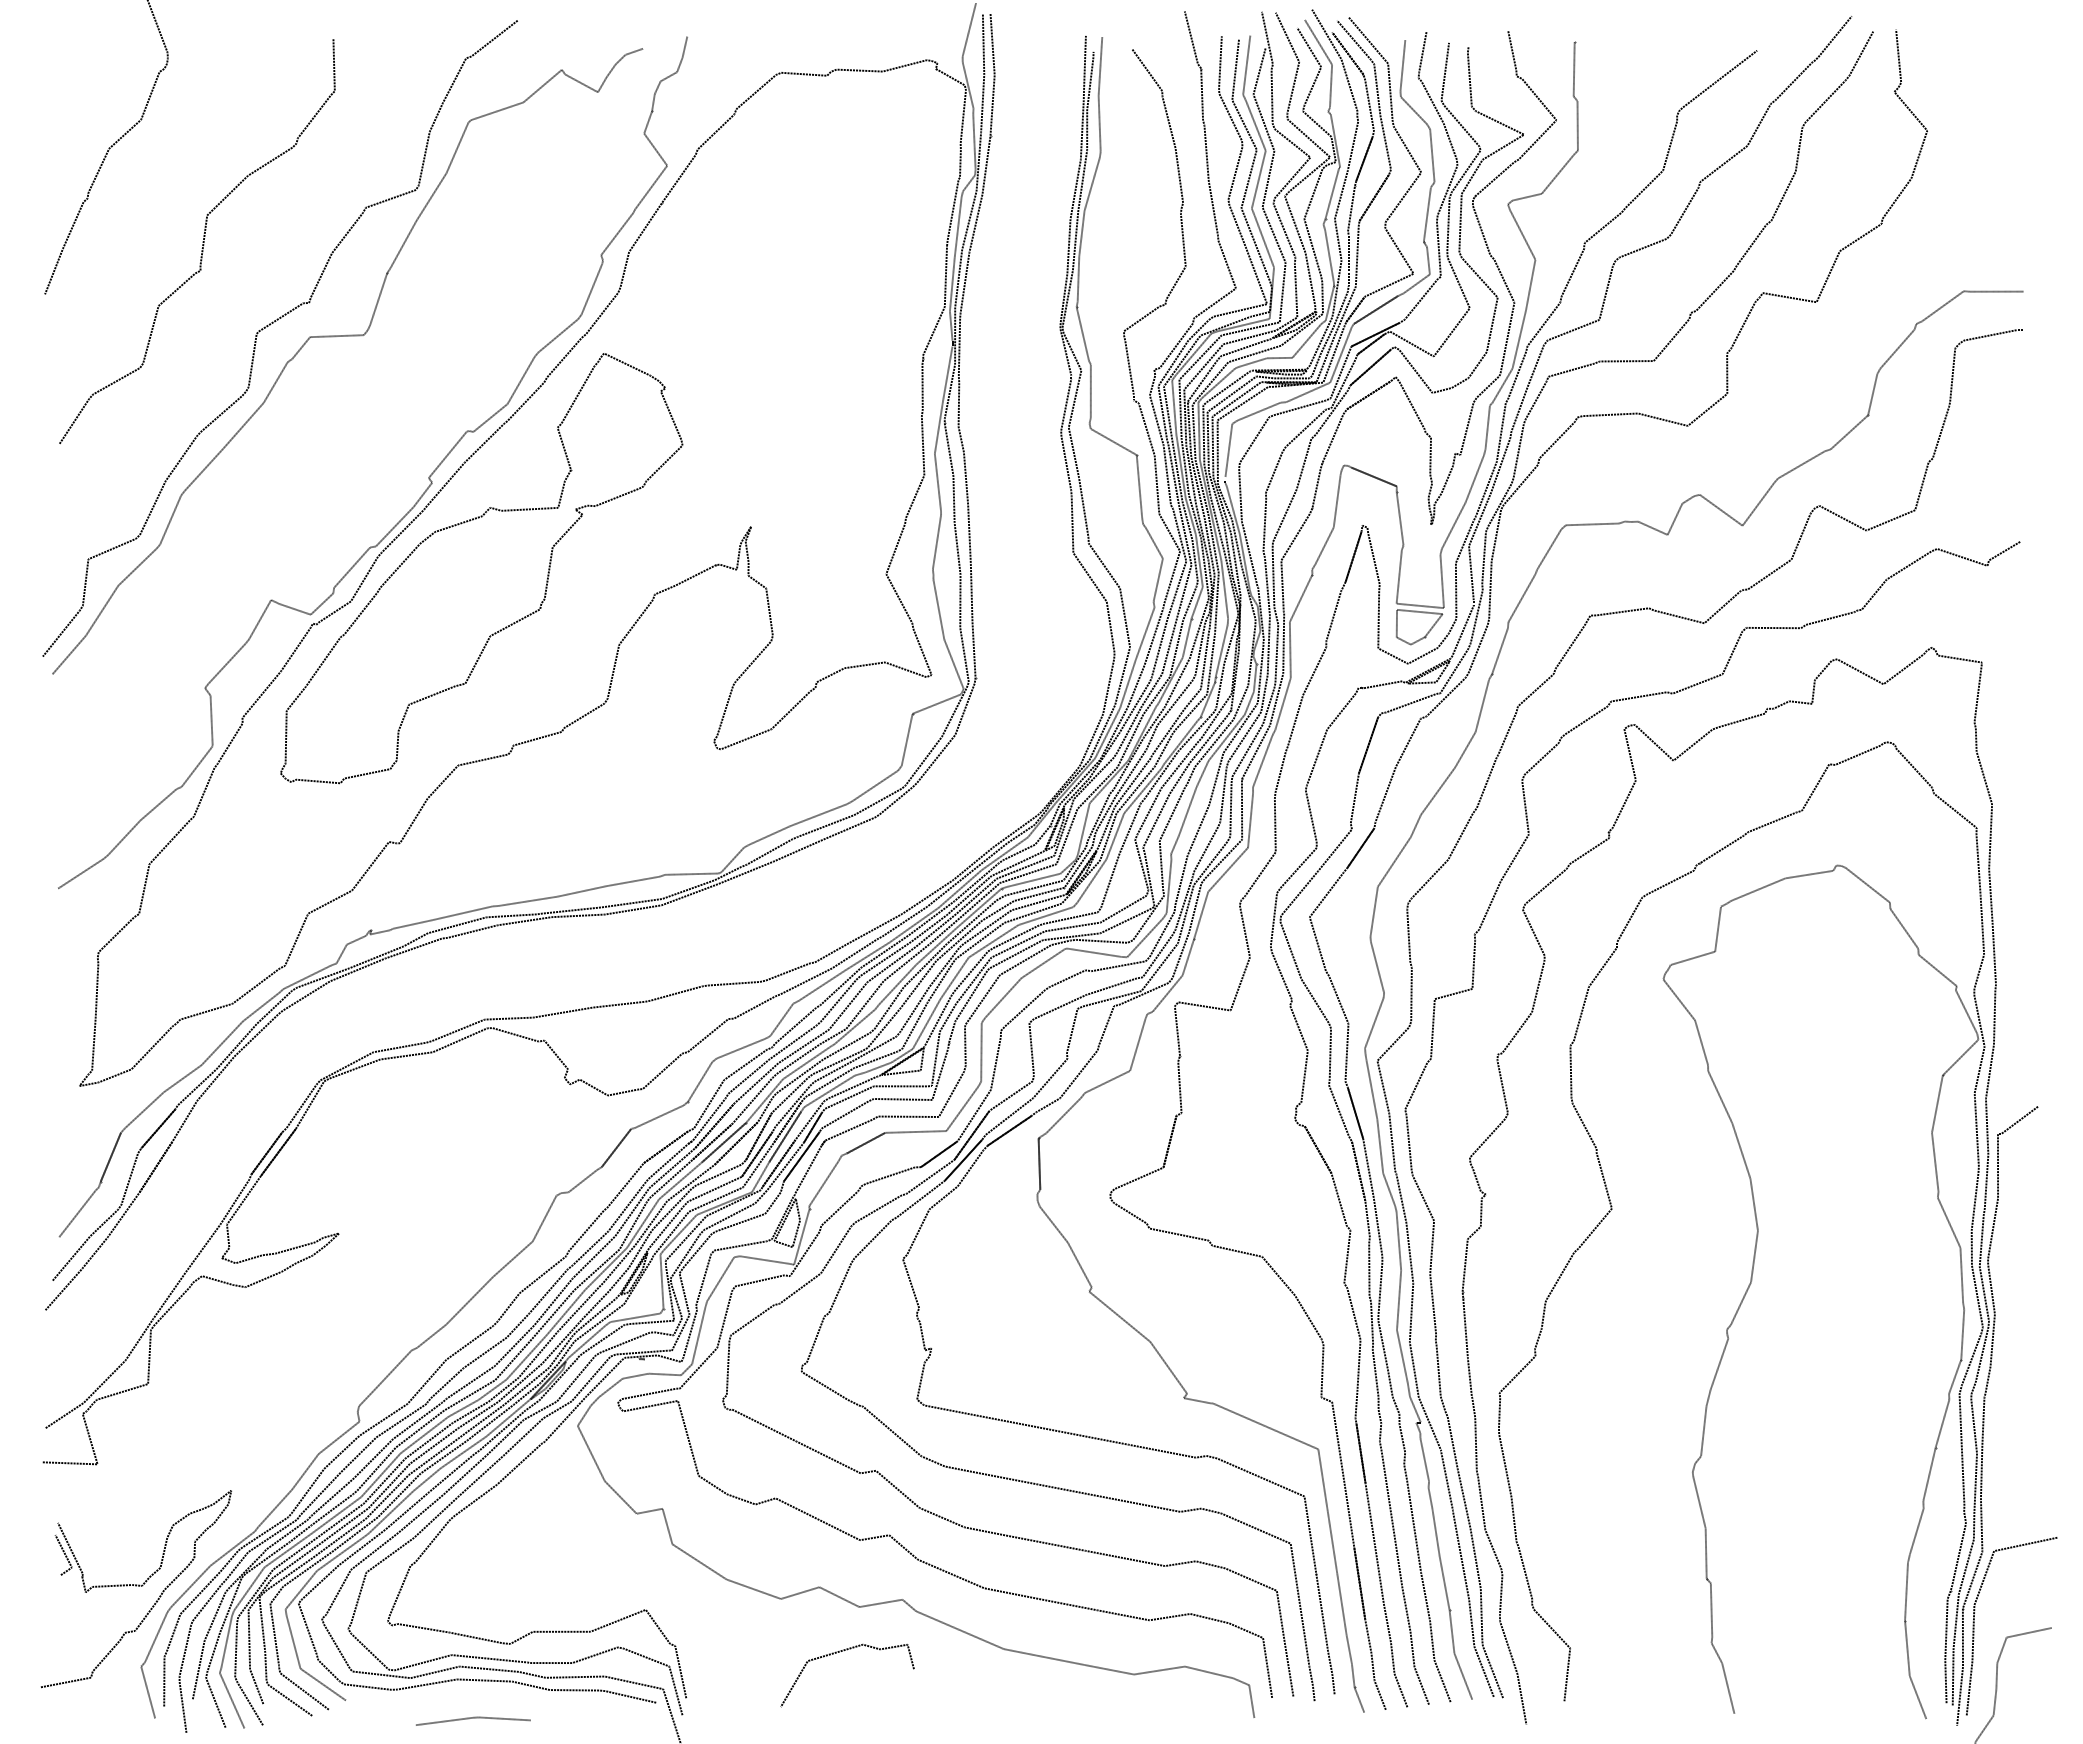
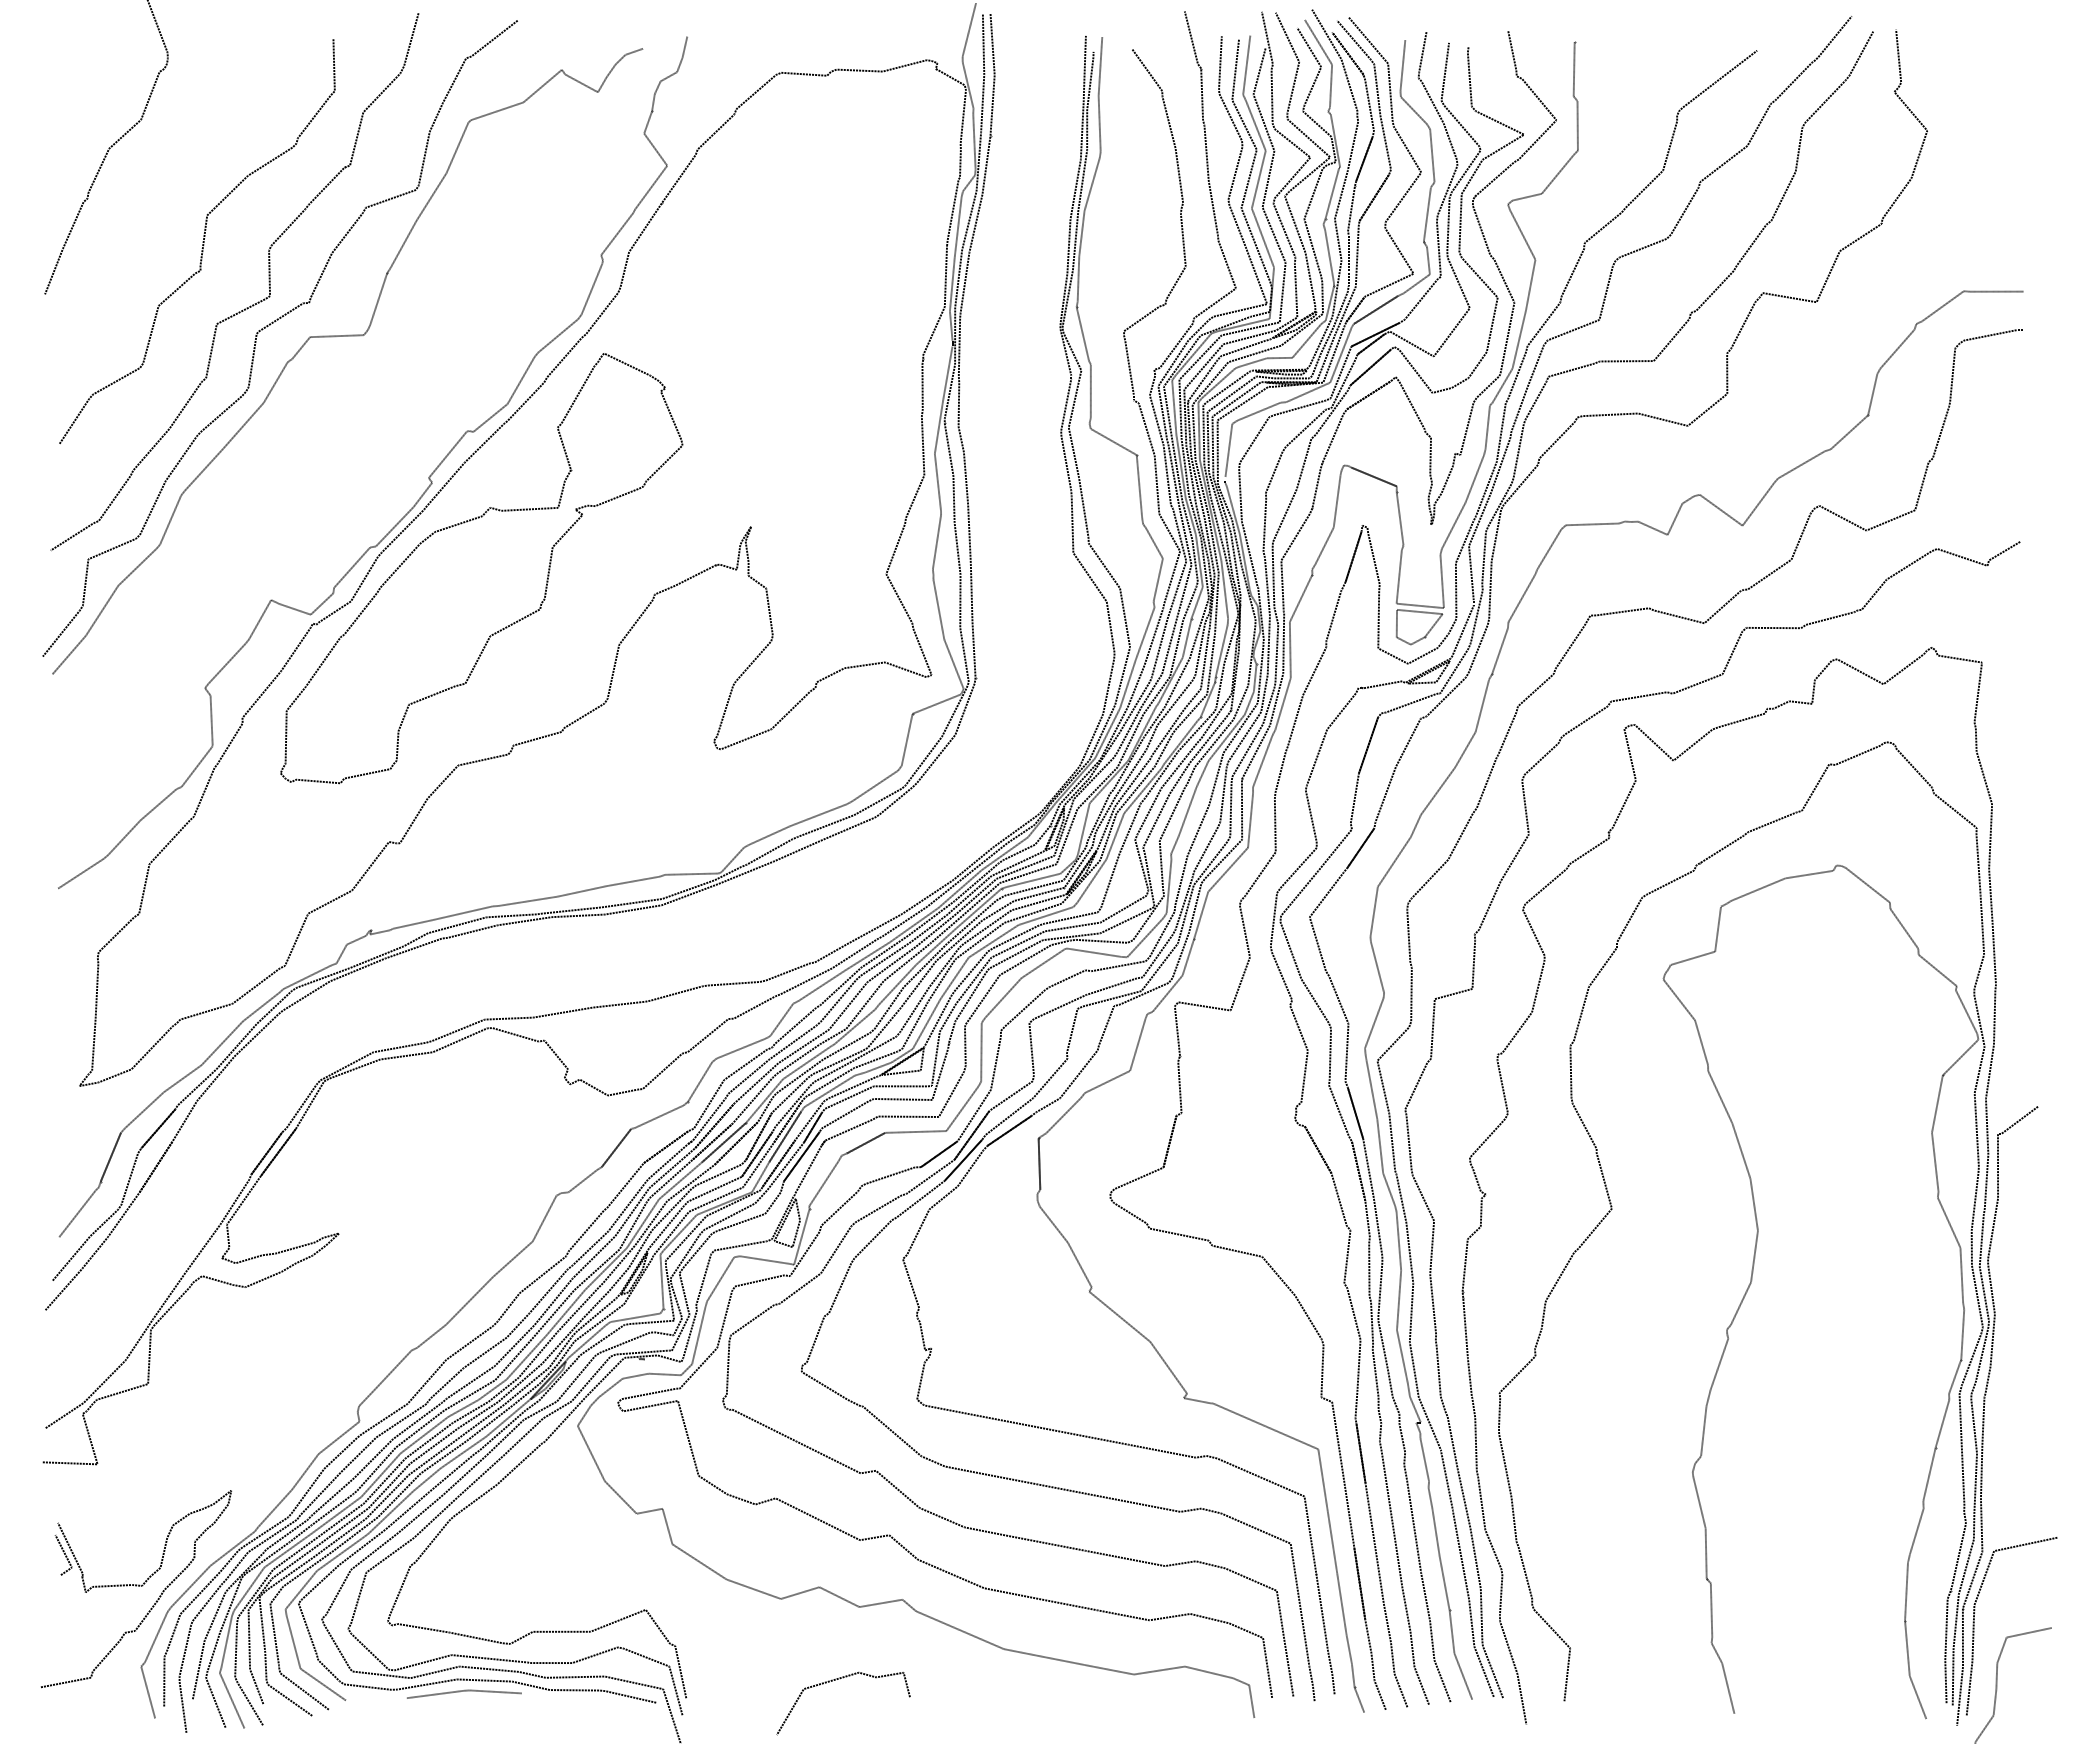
curve at (246, 307): none -> present
curve at (844, 1651) position: (844, 1651) -> (840, 1679)
line at (473, 1718) position: (473, 1718) -> (464, 1691)
